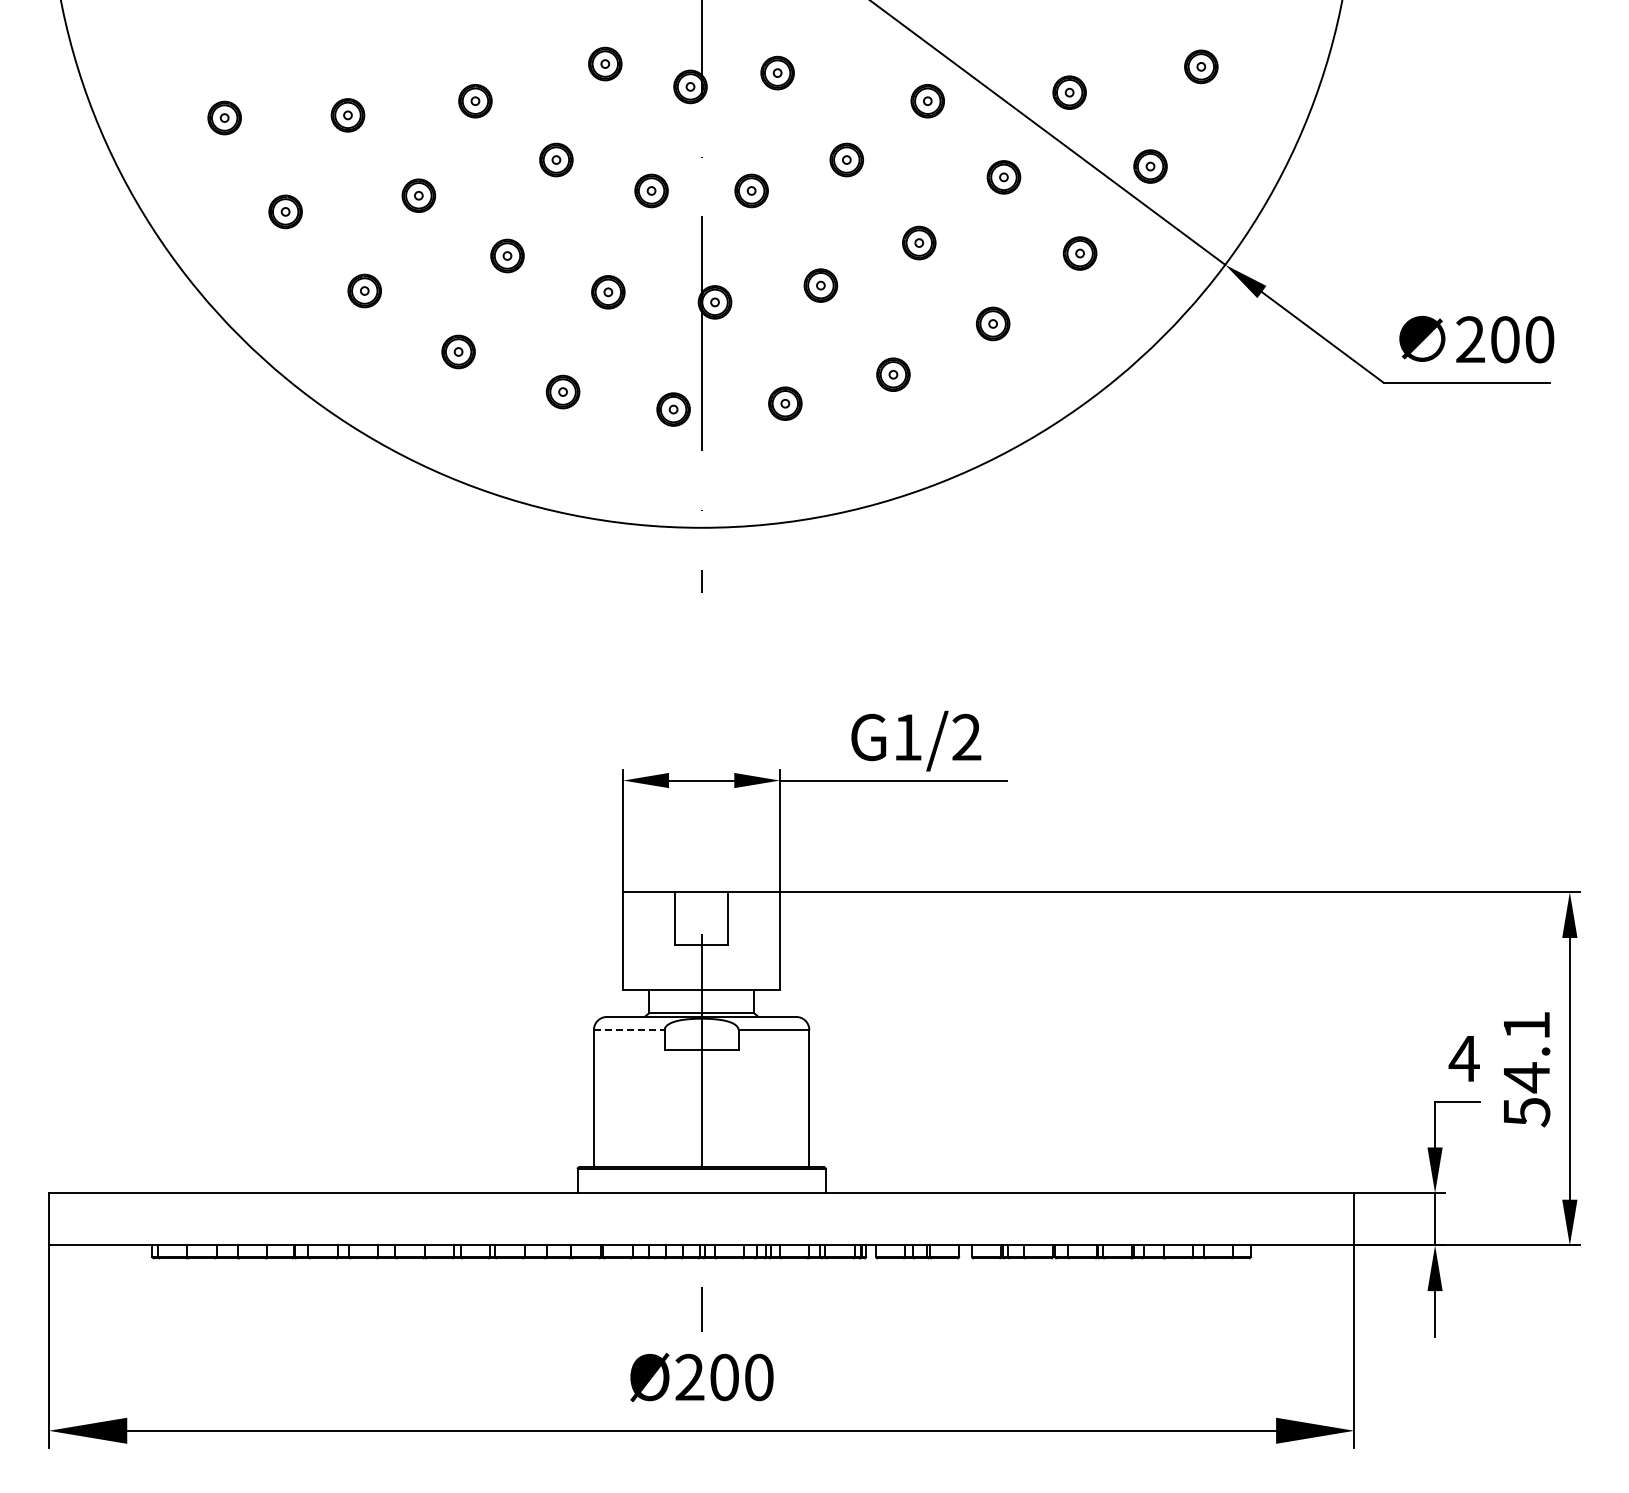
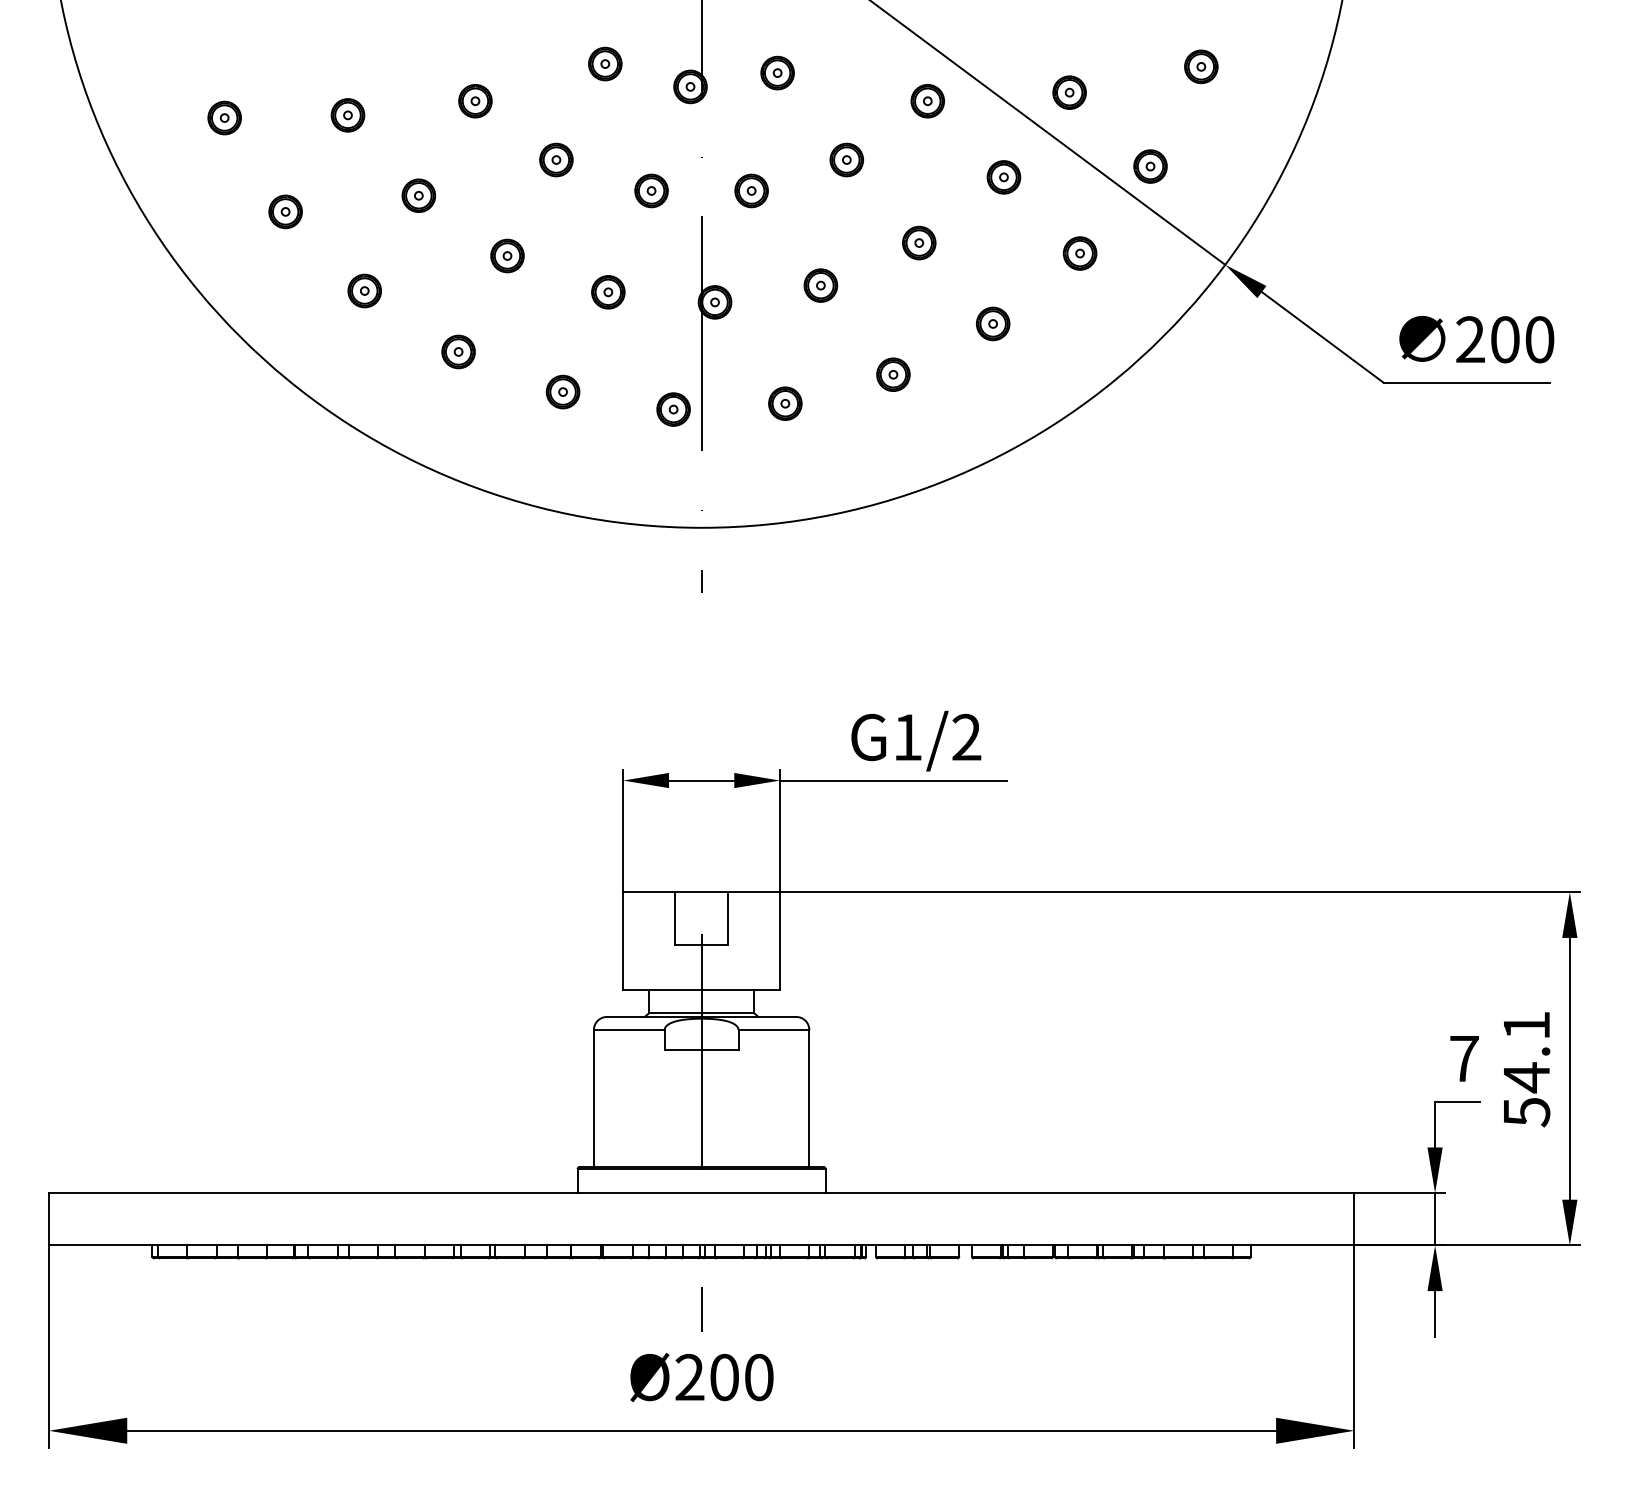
line at (629, 1030): dashed -> solid
text at (1463, 1058): 4 -> 7
